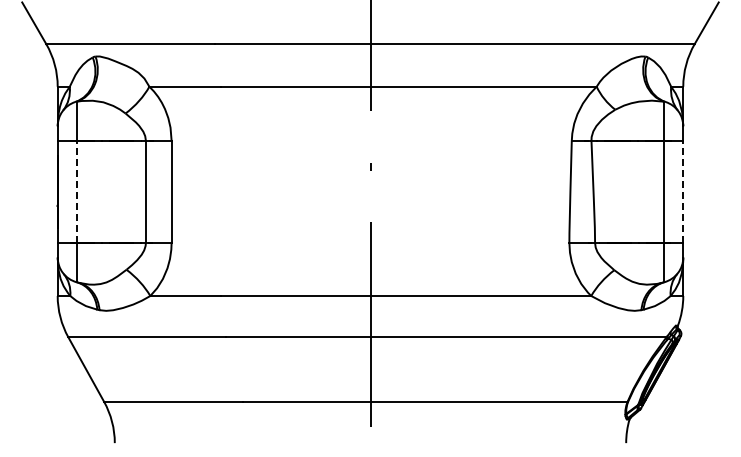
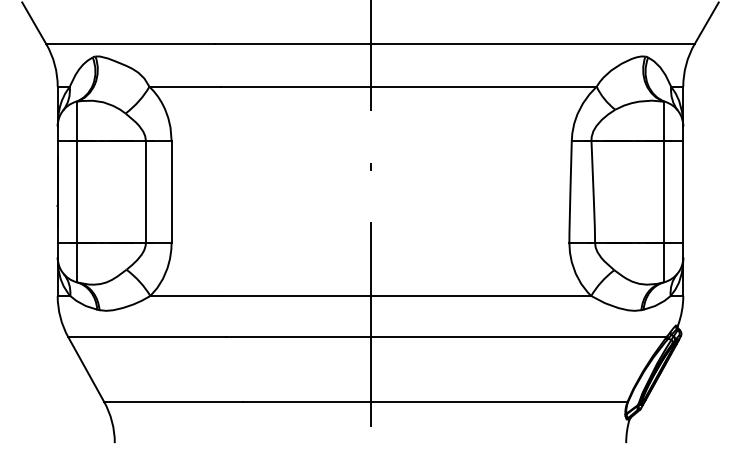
line at (76, 191): dashed -> solid
line at (683, 191): dashed -> solid
